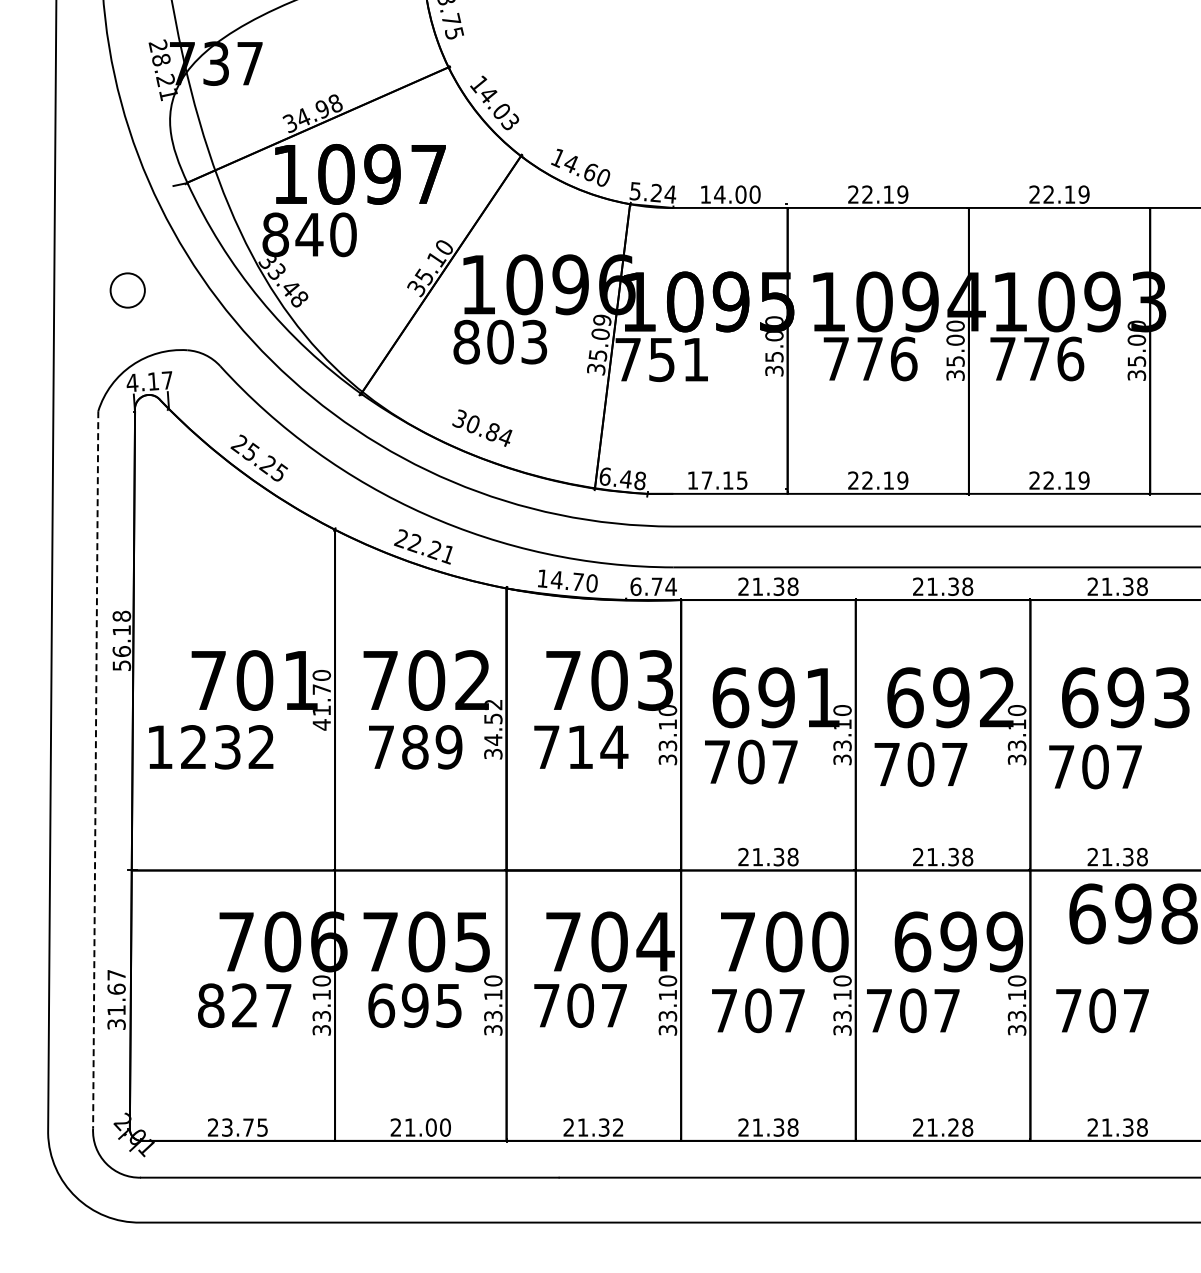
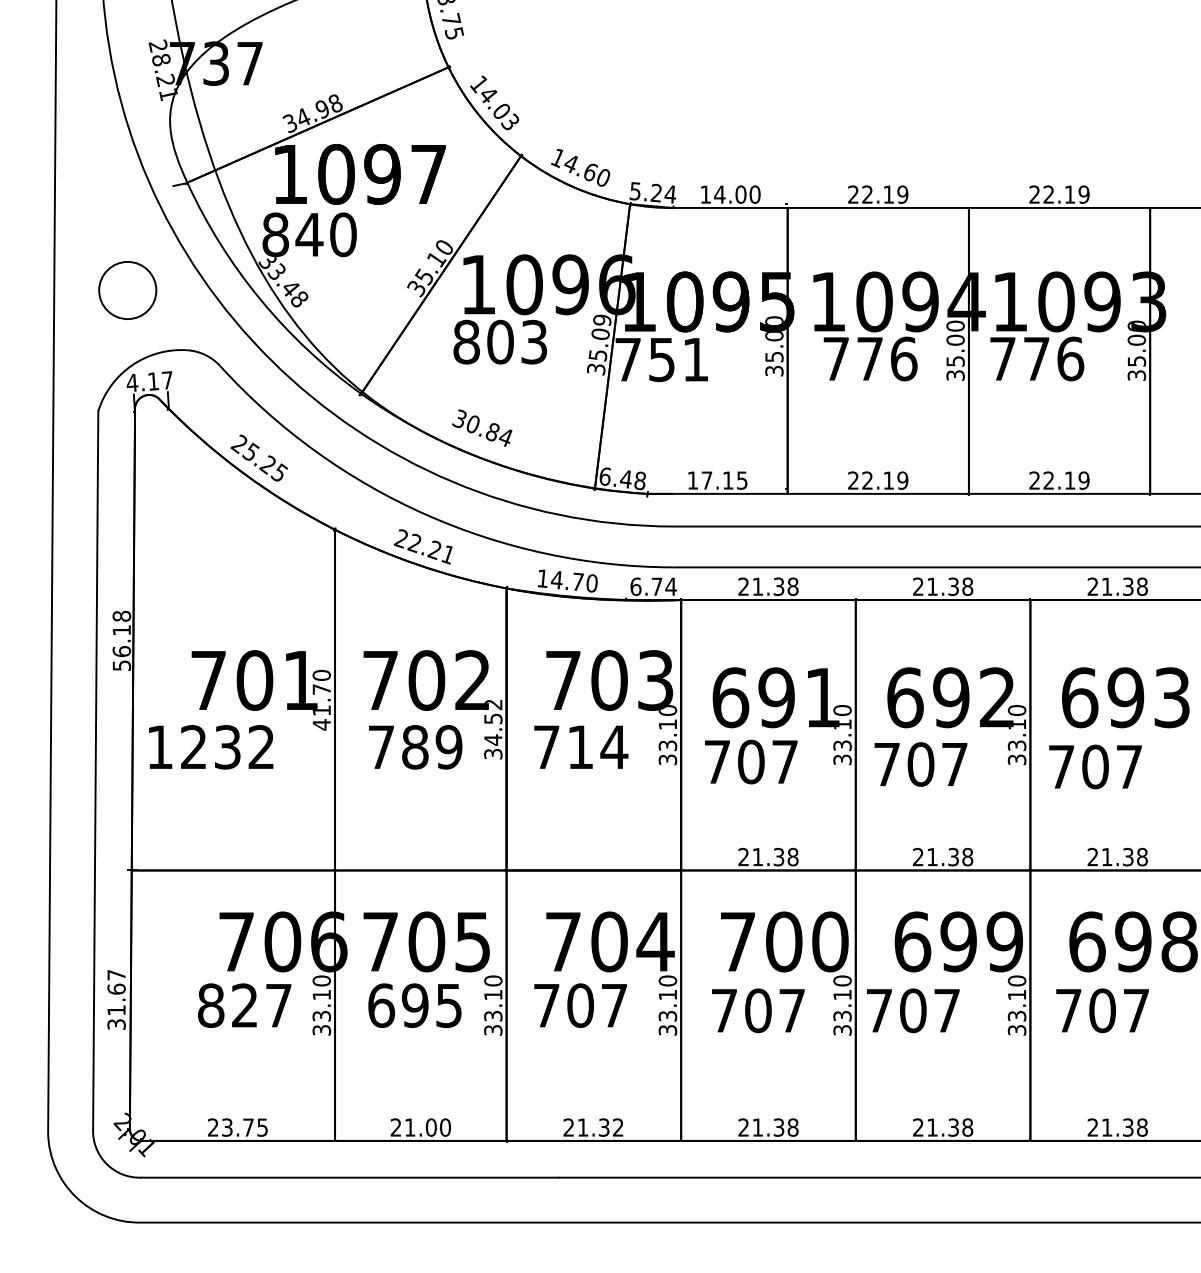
circle at (127, 290) diameter: 34 px -> 57 px
line at (95, 769): dashed -> solid
text at (1133, 913) position: (1133, 913) -> (1133, 941)
text at (953, 1127): 21.28 -> 21.38
